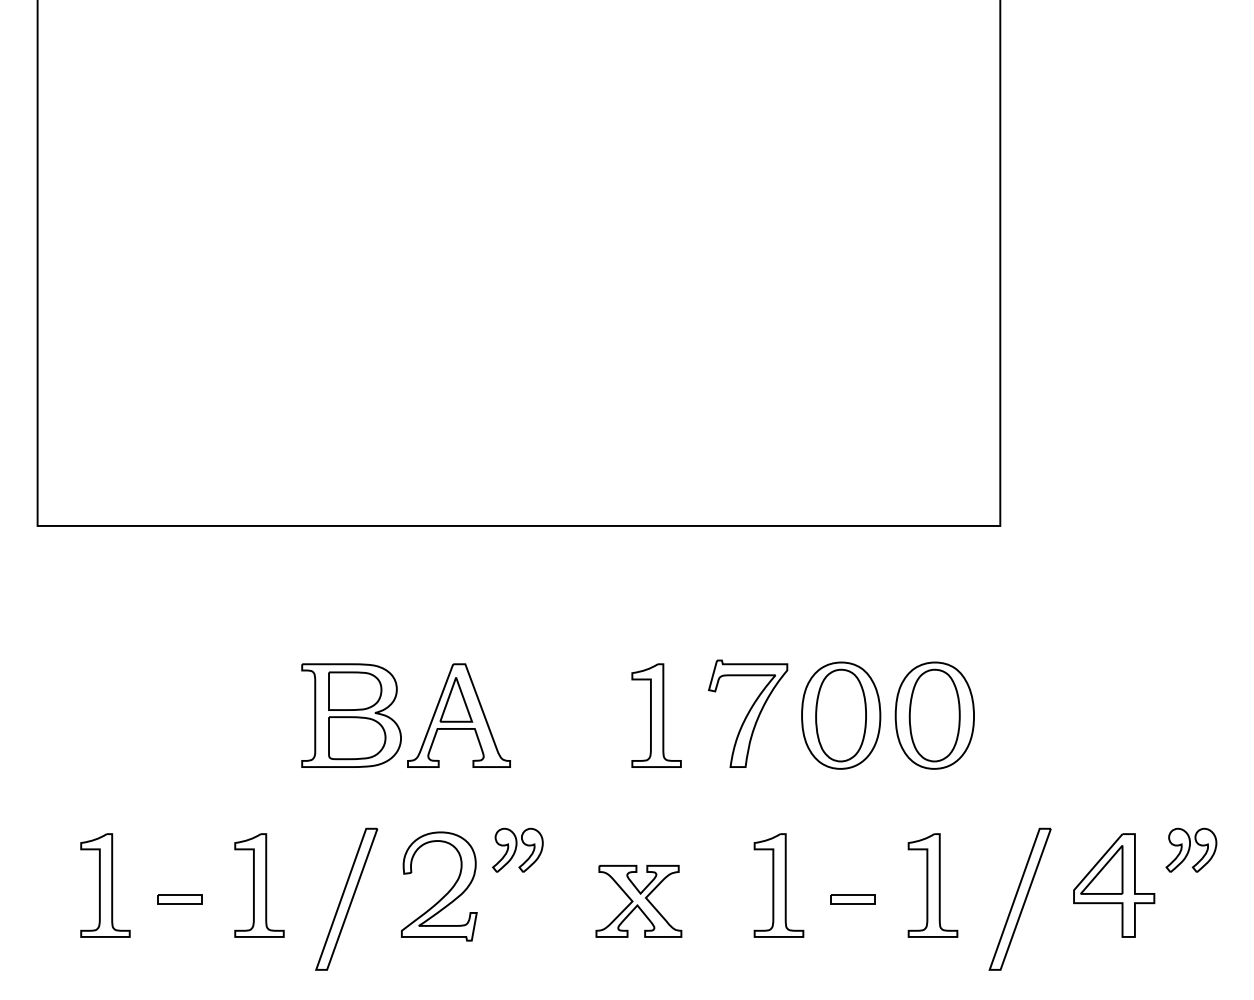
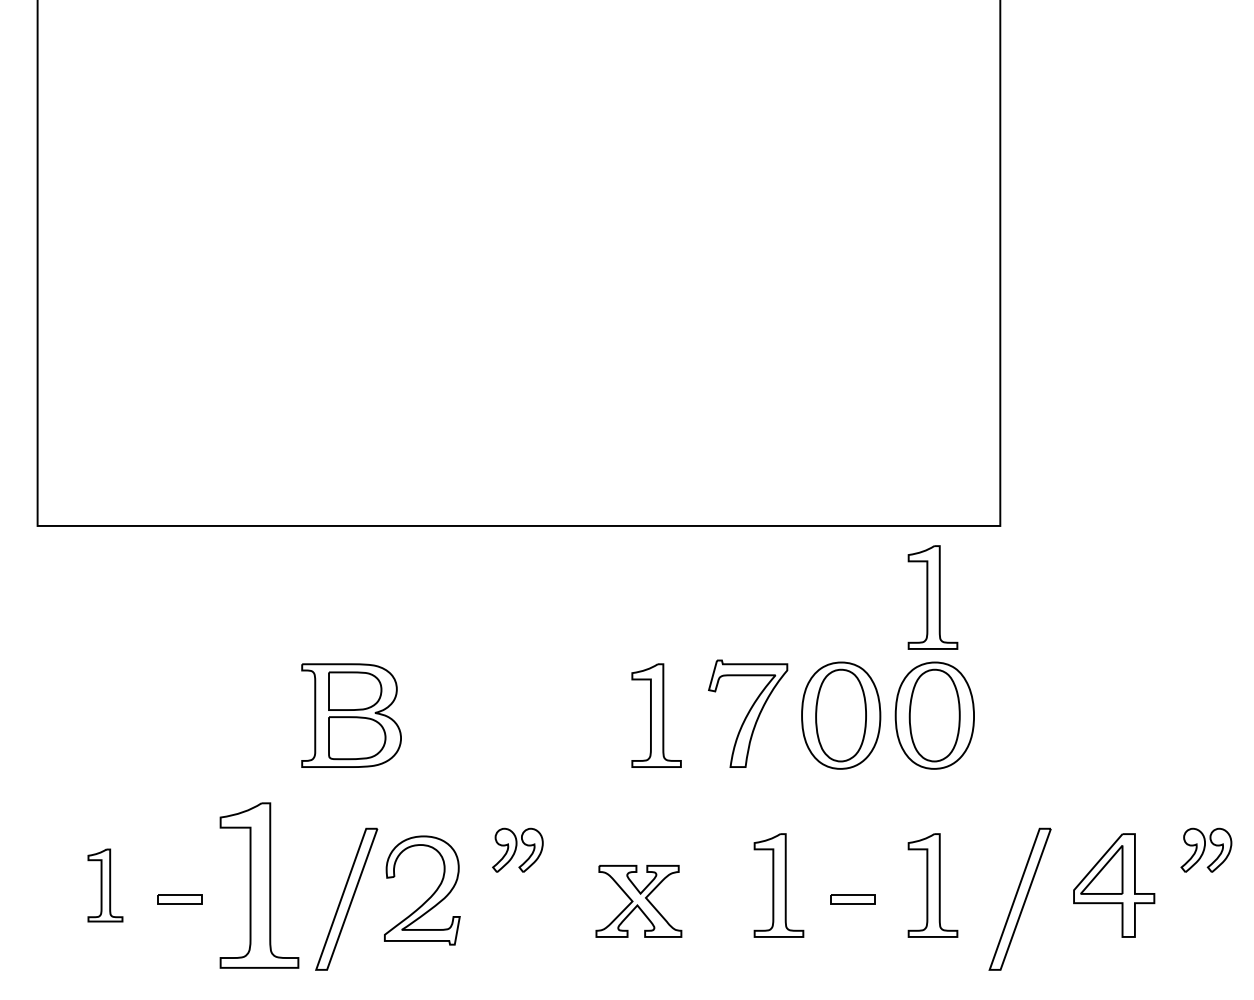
part at (932, 597): none -> present
part at (458, 715): present -> none
part at (1191, 849) position: (1191, 849) -> (1206, 849)
part at (105, 885) size: 51x105 px -> 37x75 px
part at (259, 885) size: 51x105 px -> 81x167 px
part at (448, 890) position: (448, 890) -> (431, 894)
